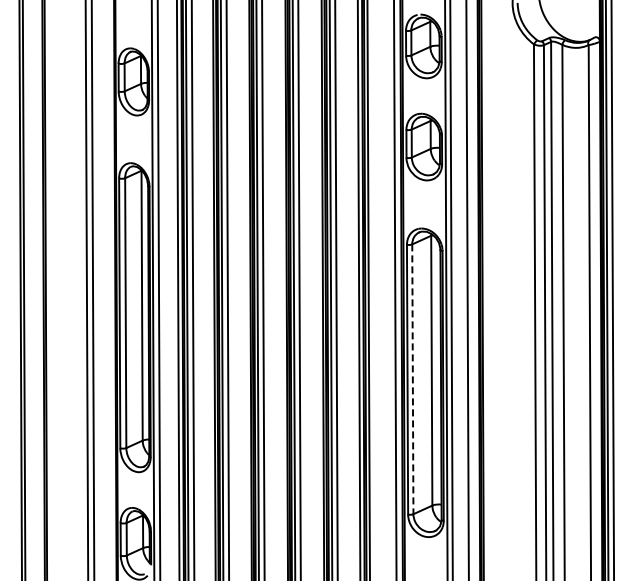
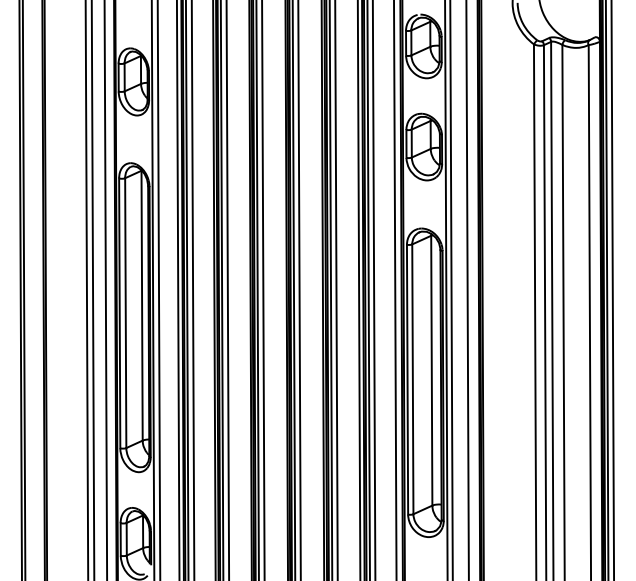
line at (105, 289): none -> present
line at (373, 289): none -> present
line at (412, 379): dashed -> solid
